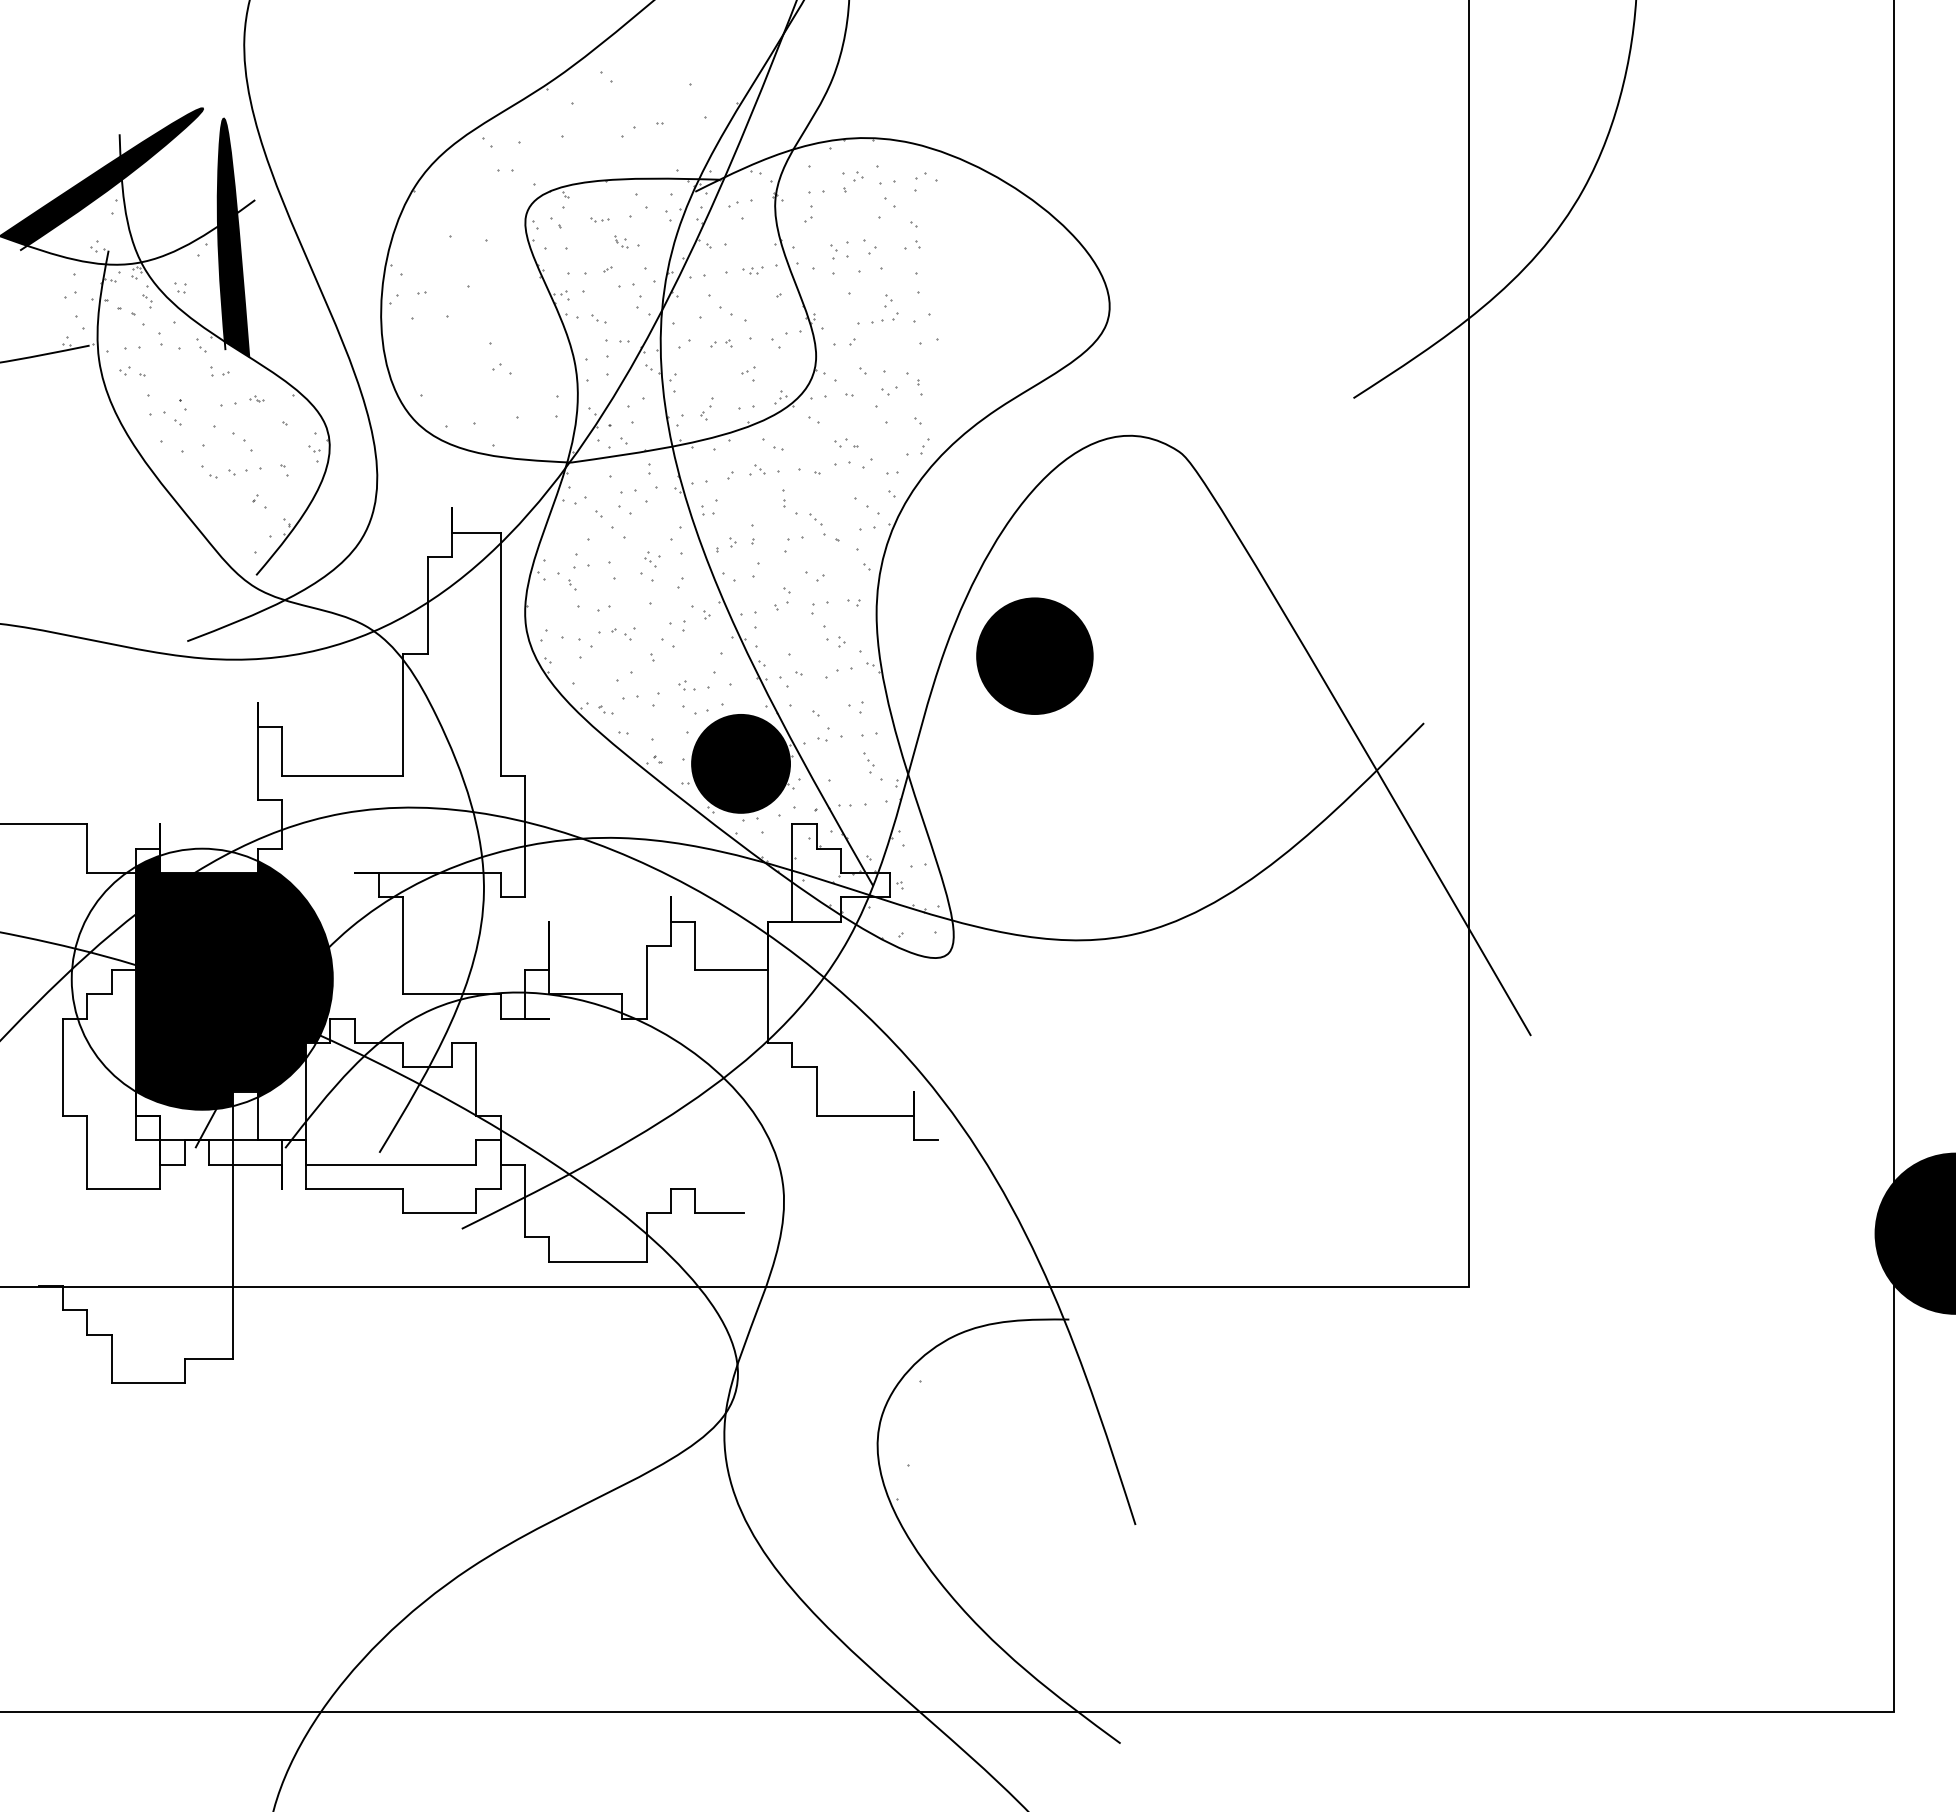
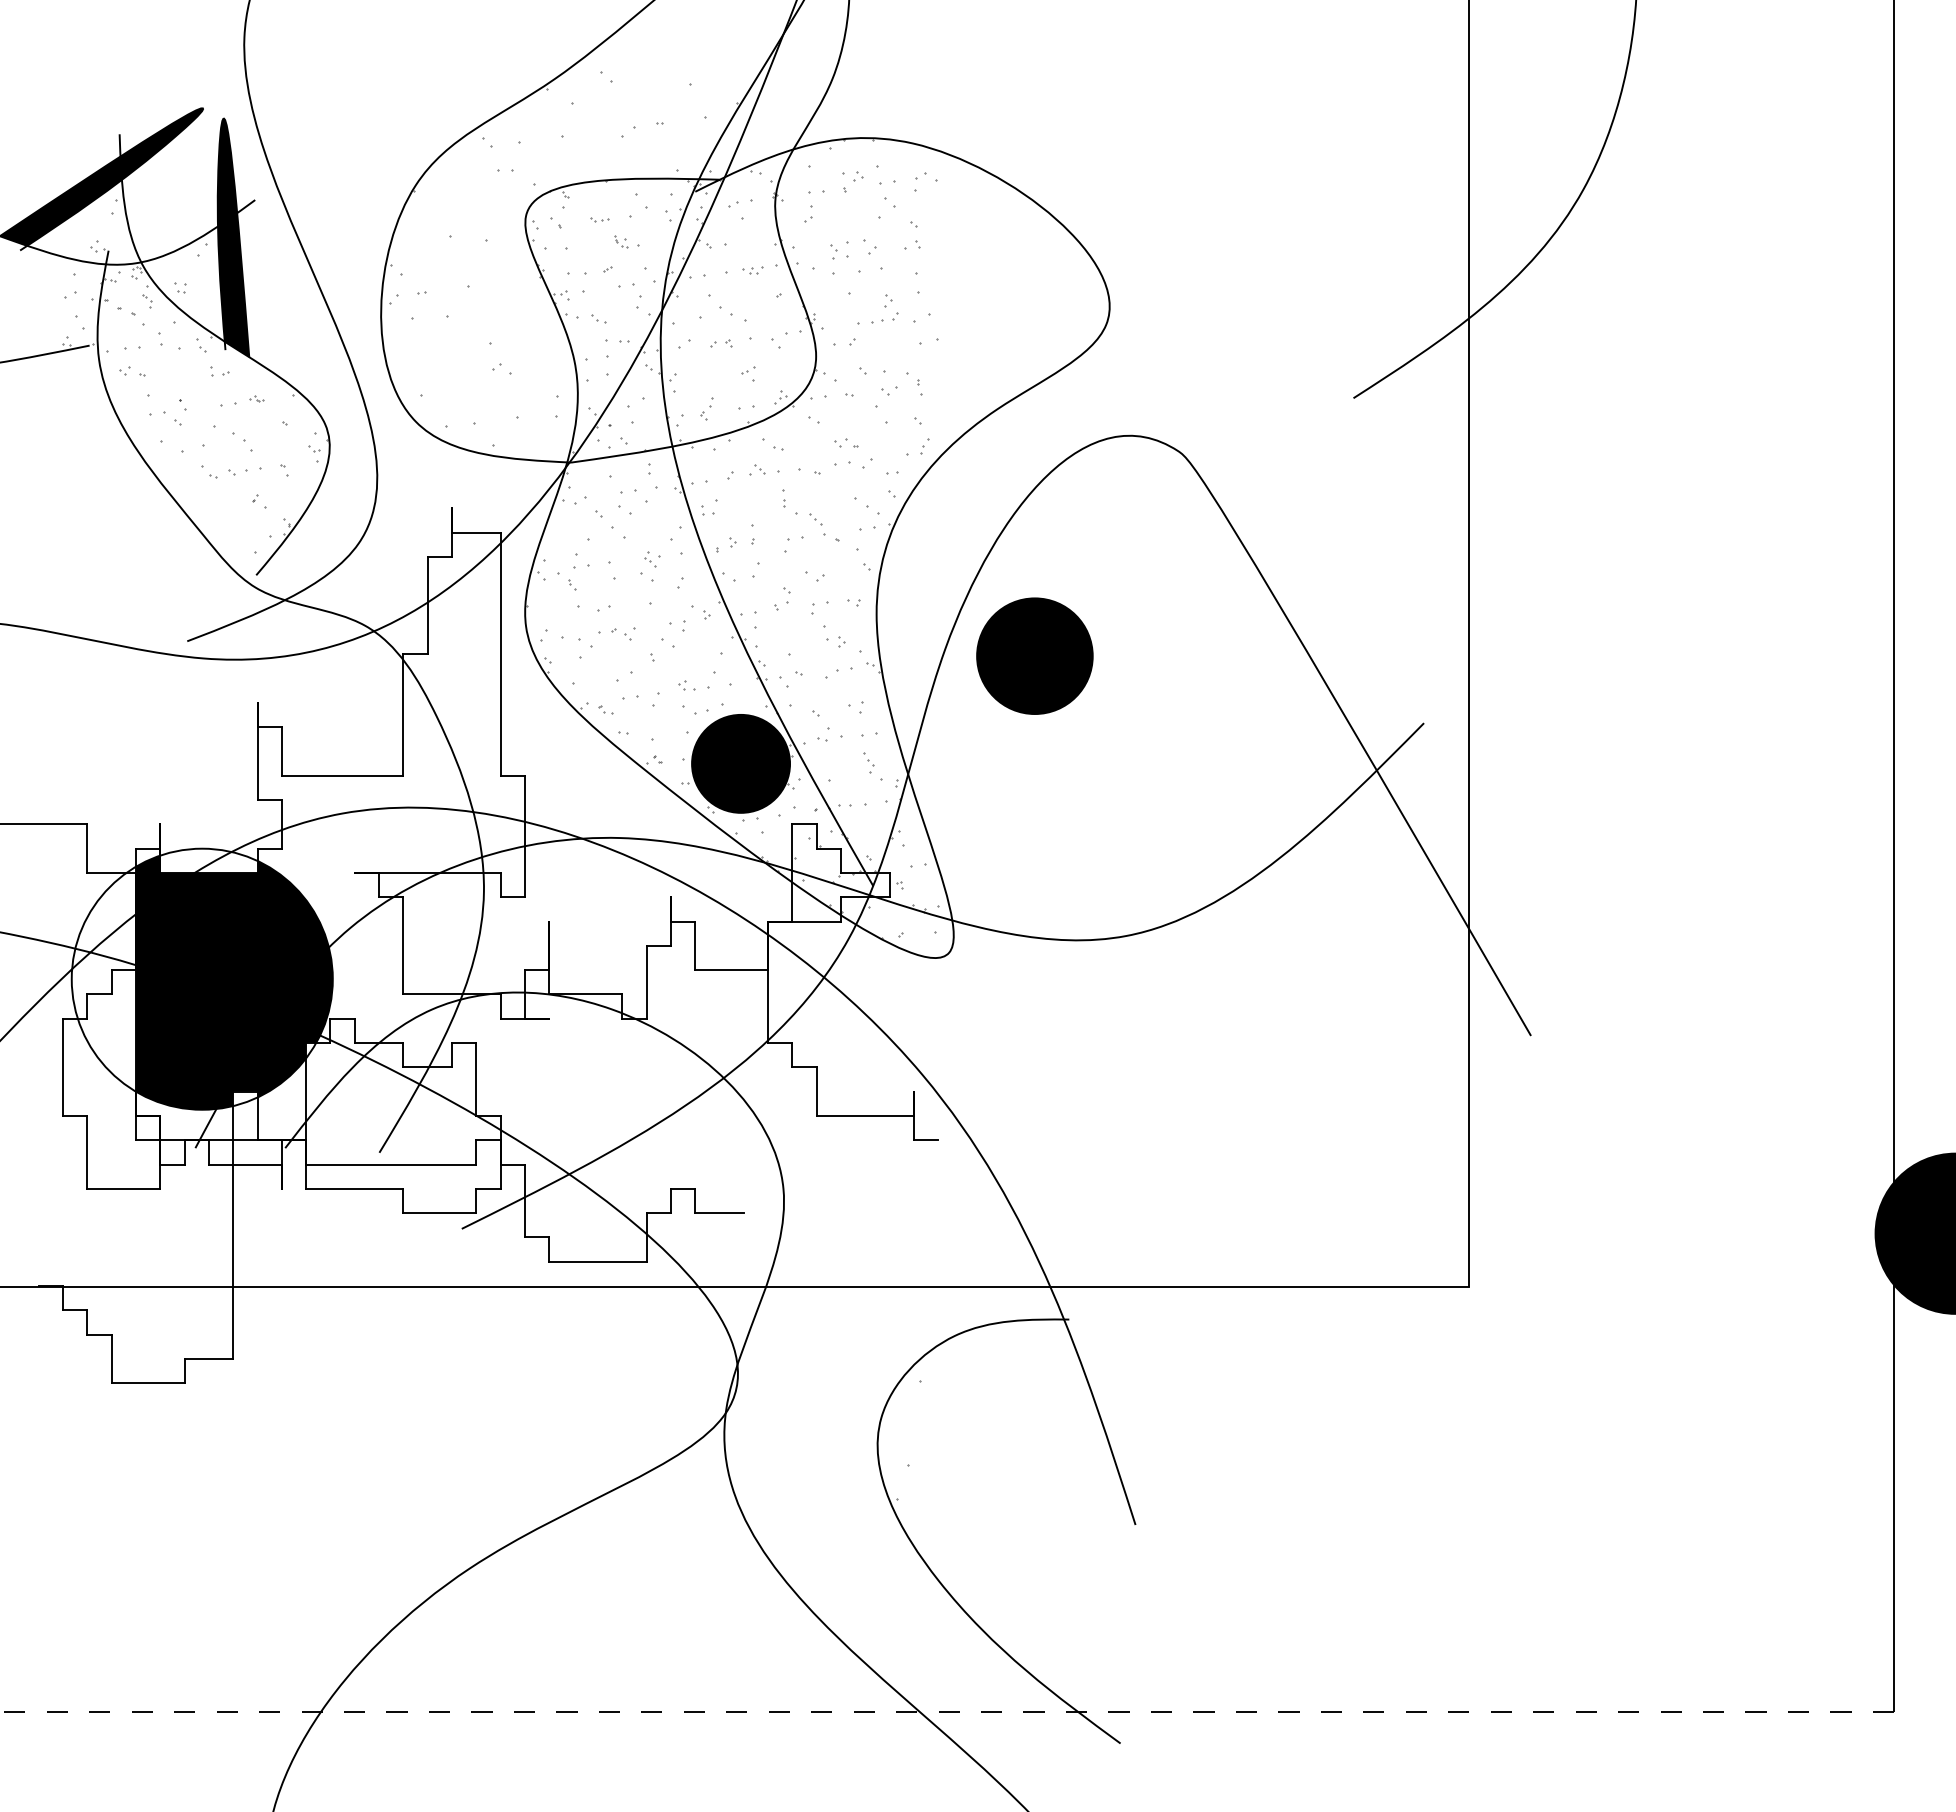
line at (947, 1711): solid -> dashed
